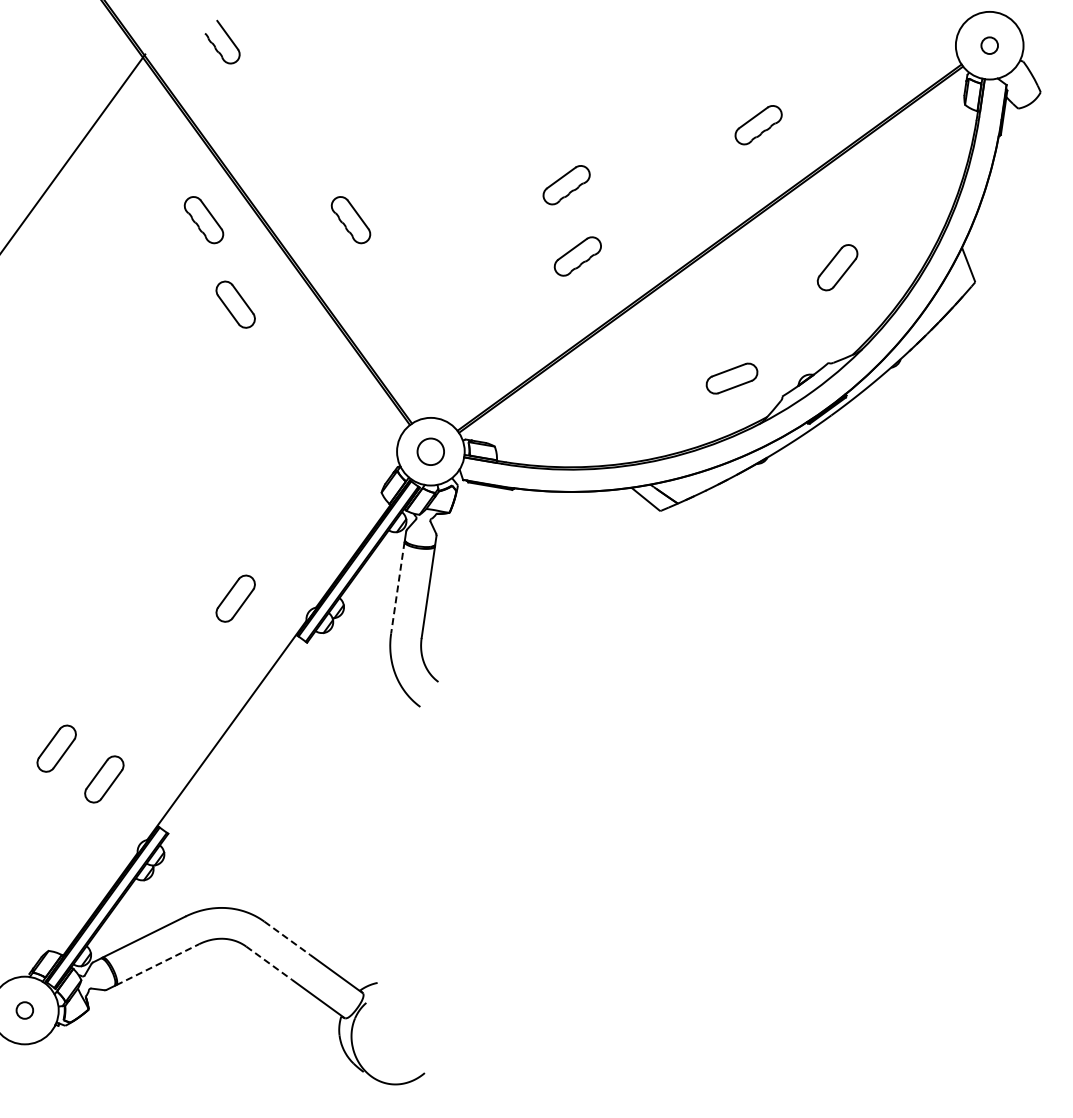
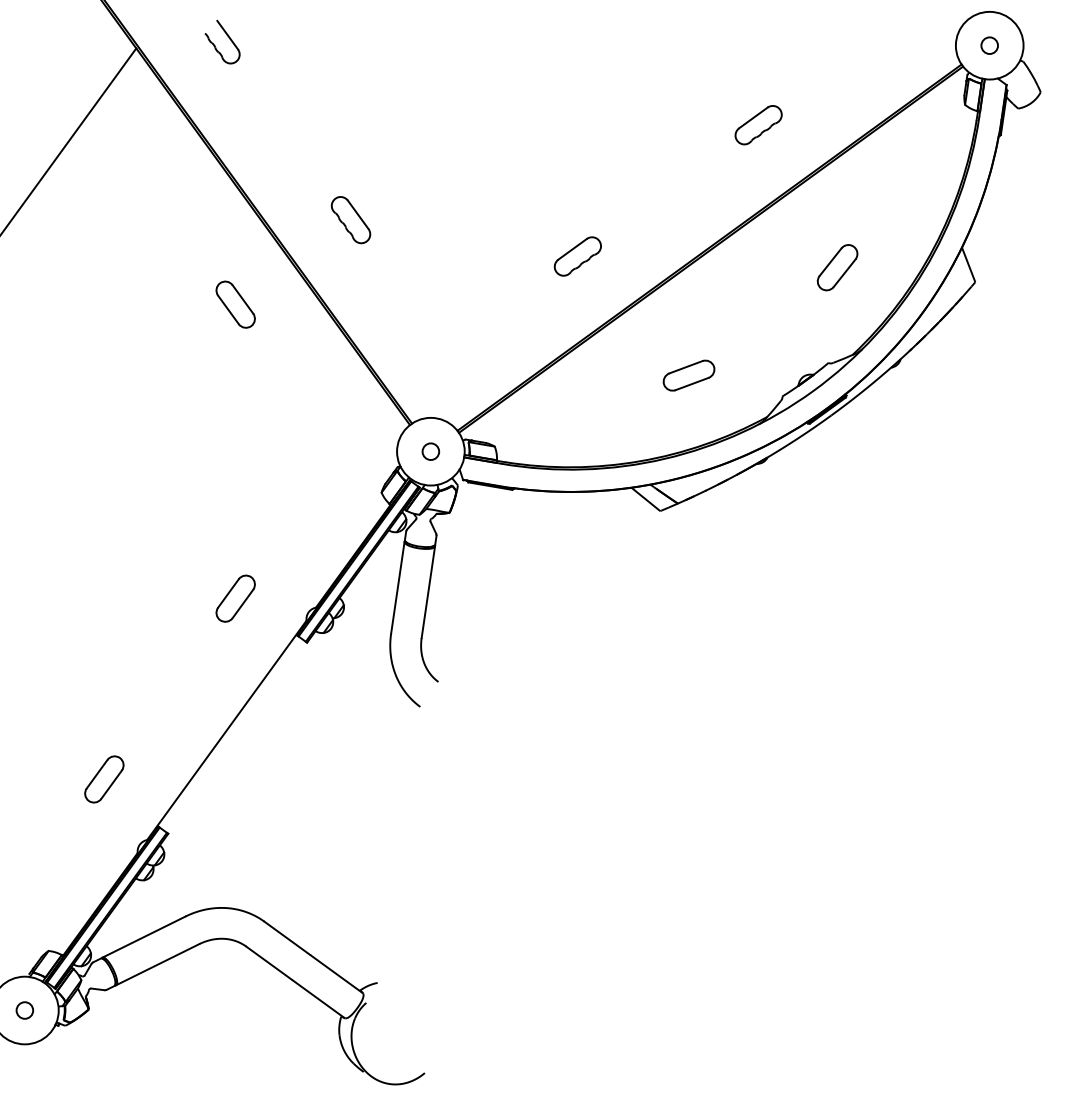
line at (73, 152) position: (73, 152) -> (69, 140)
part at (566, 185): present -> none
part at (203, 220): present -> none
part at (731, 378) position: (731, 378) -> (688, 375)
circle at (430, 451) size: 29x29 px -> 20x19 px
line at (397, 588): dashed -> solid
part at (56, 748): present -> none
line at (287, 938): dashed -> solid
line at (269, 963): dashed -> solid
line at (158, 964): dashed -> solid
